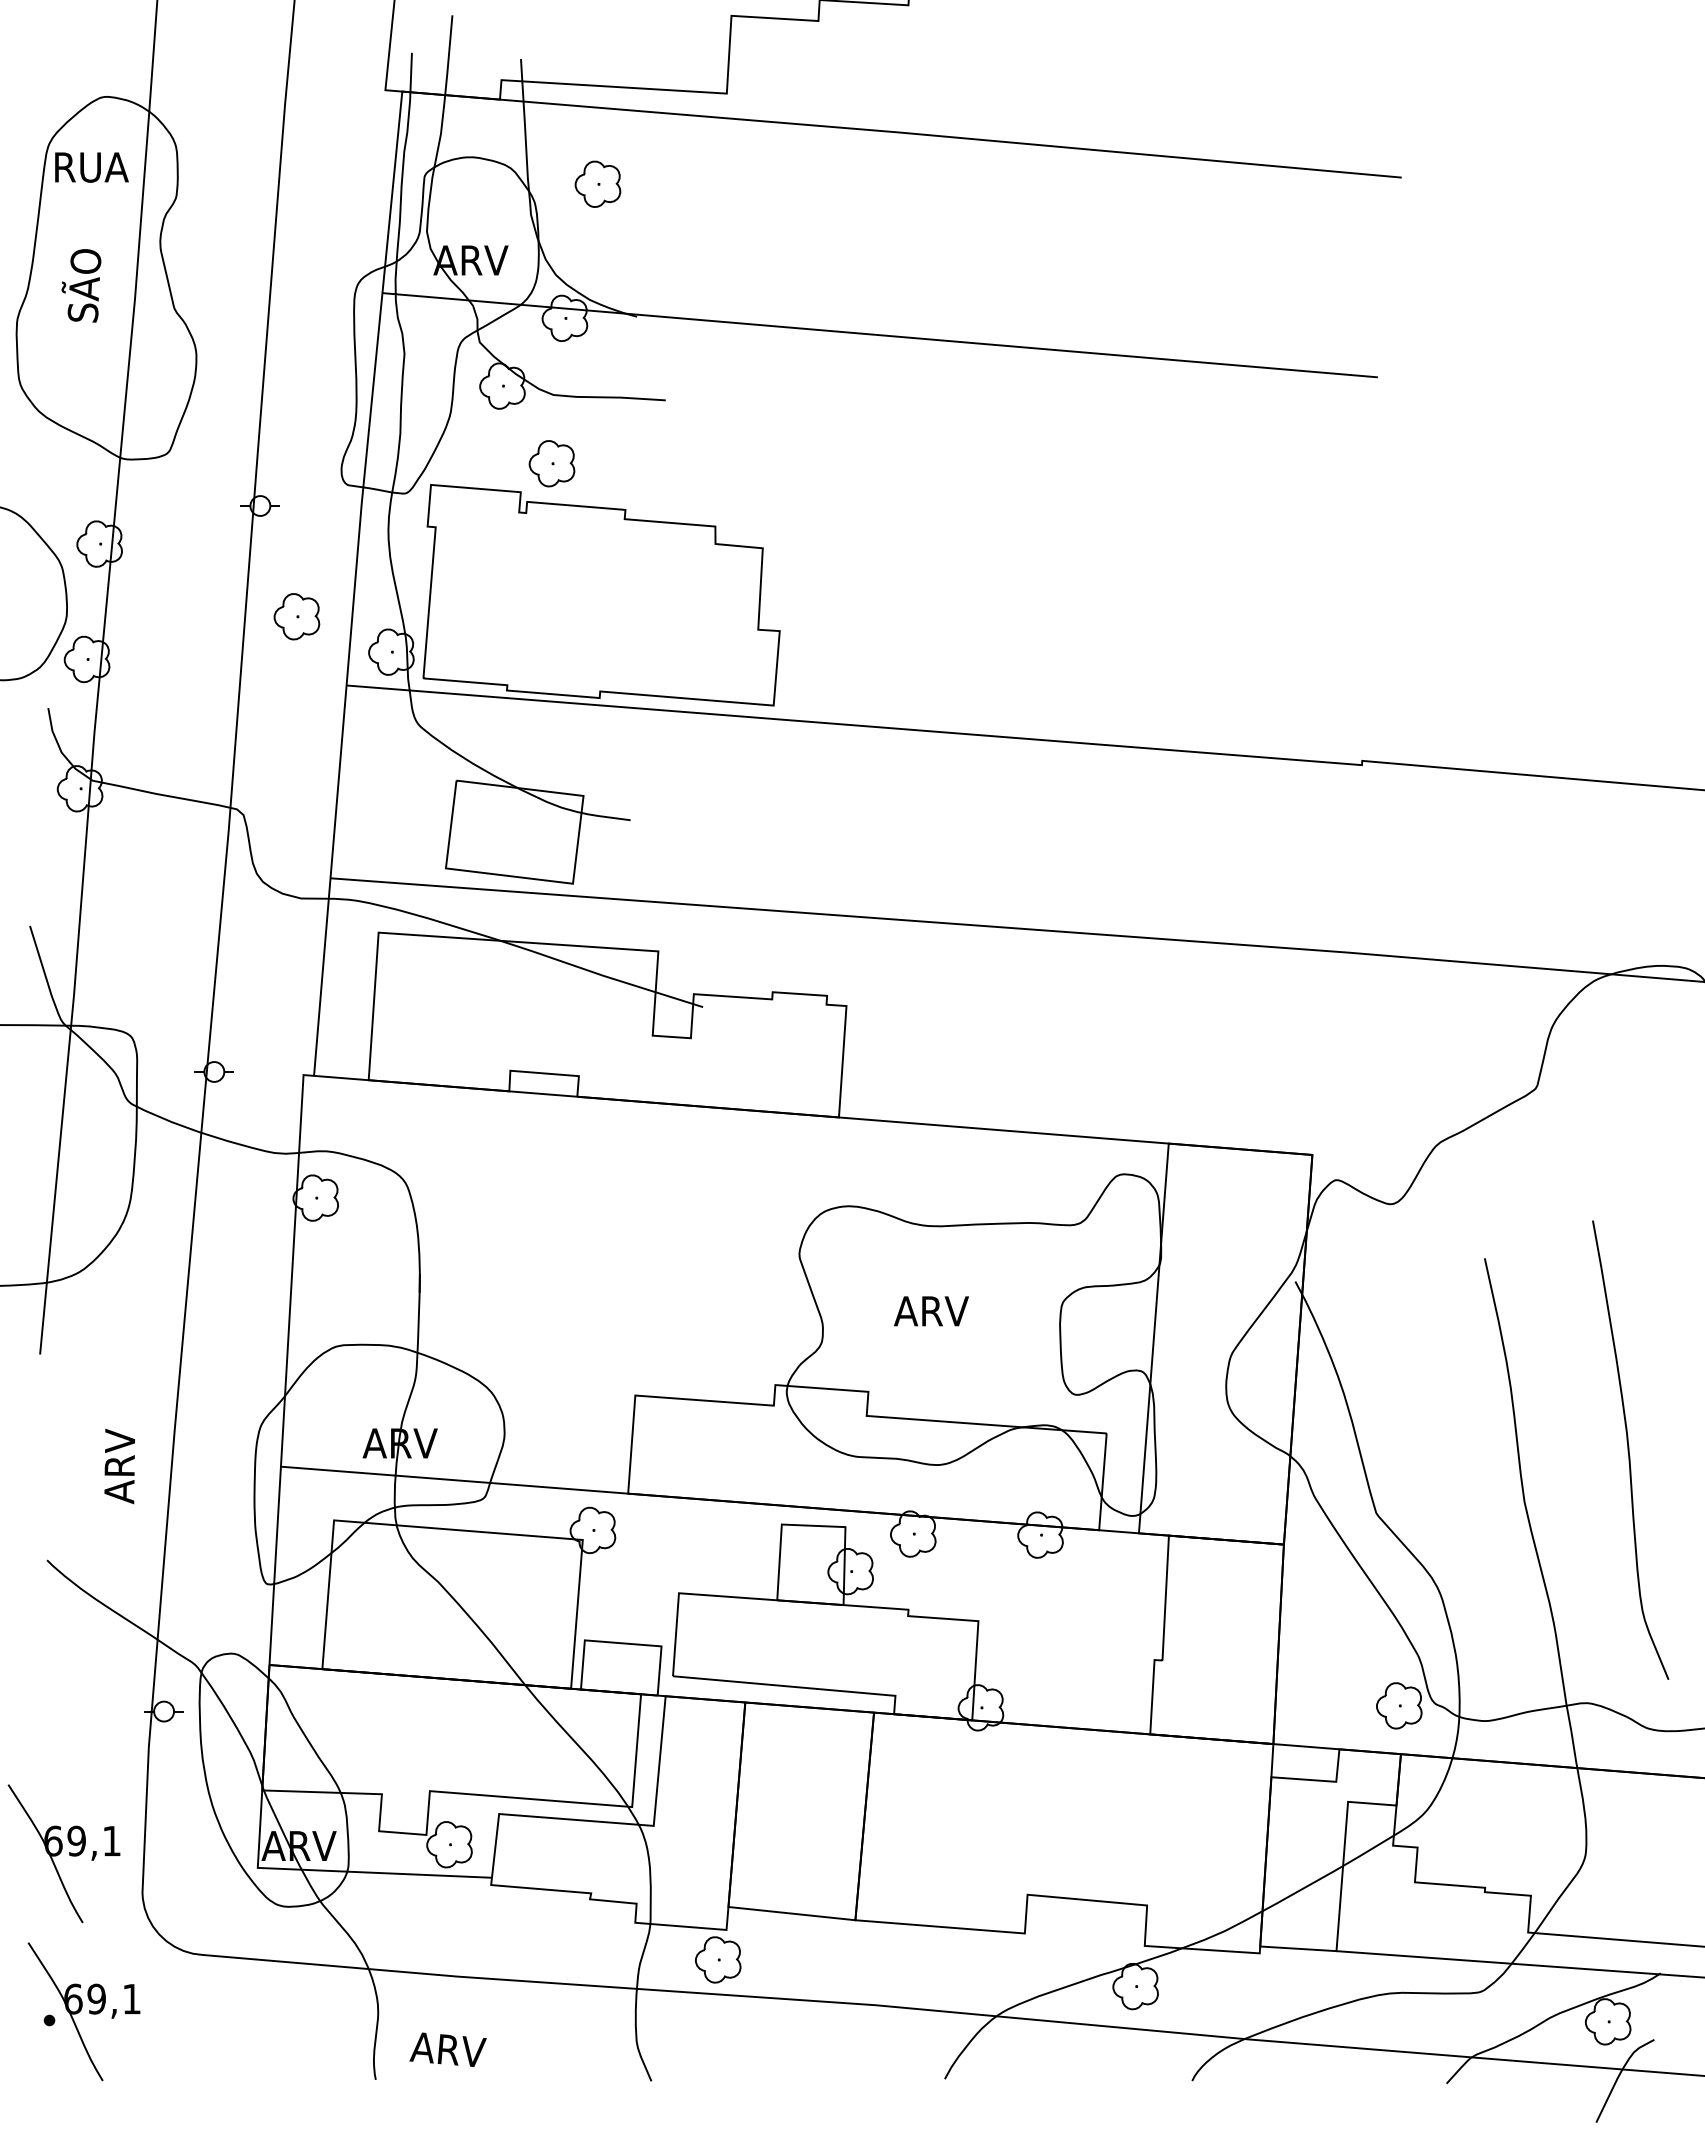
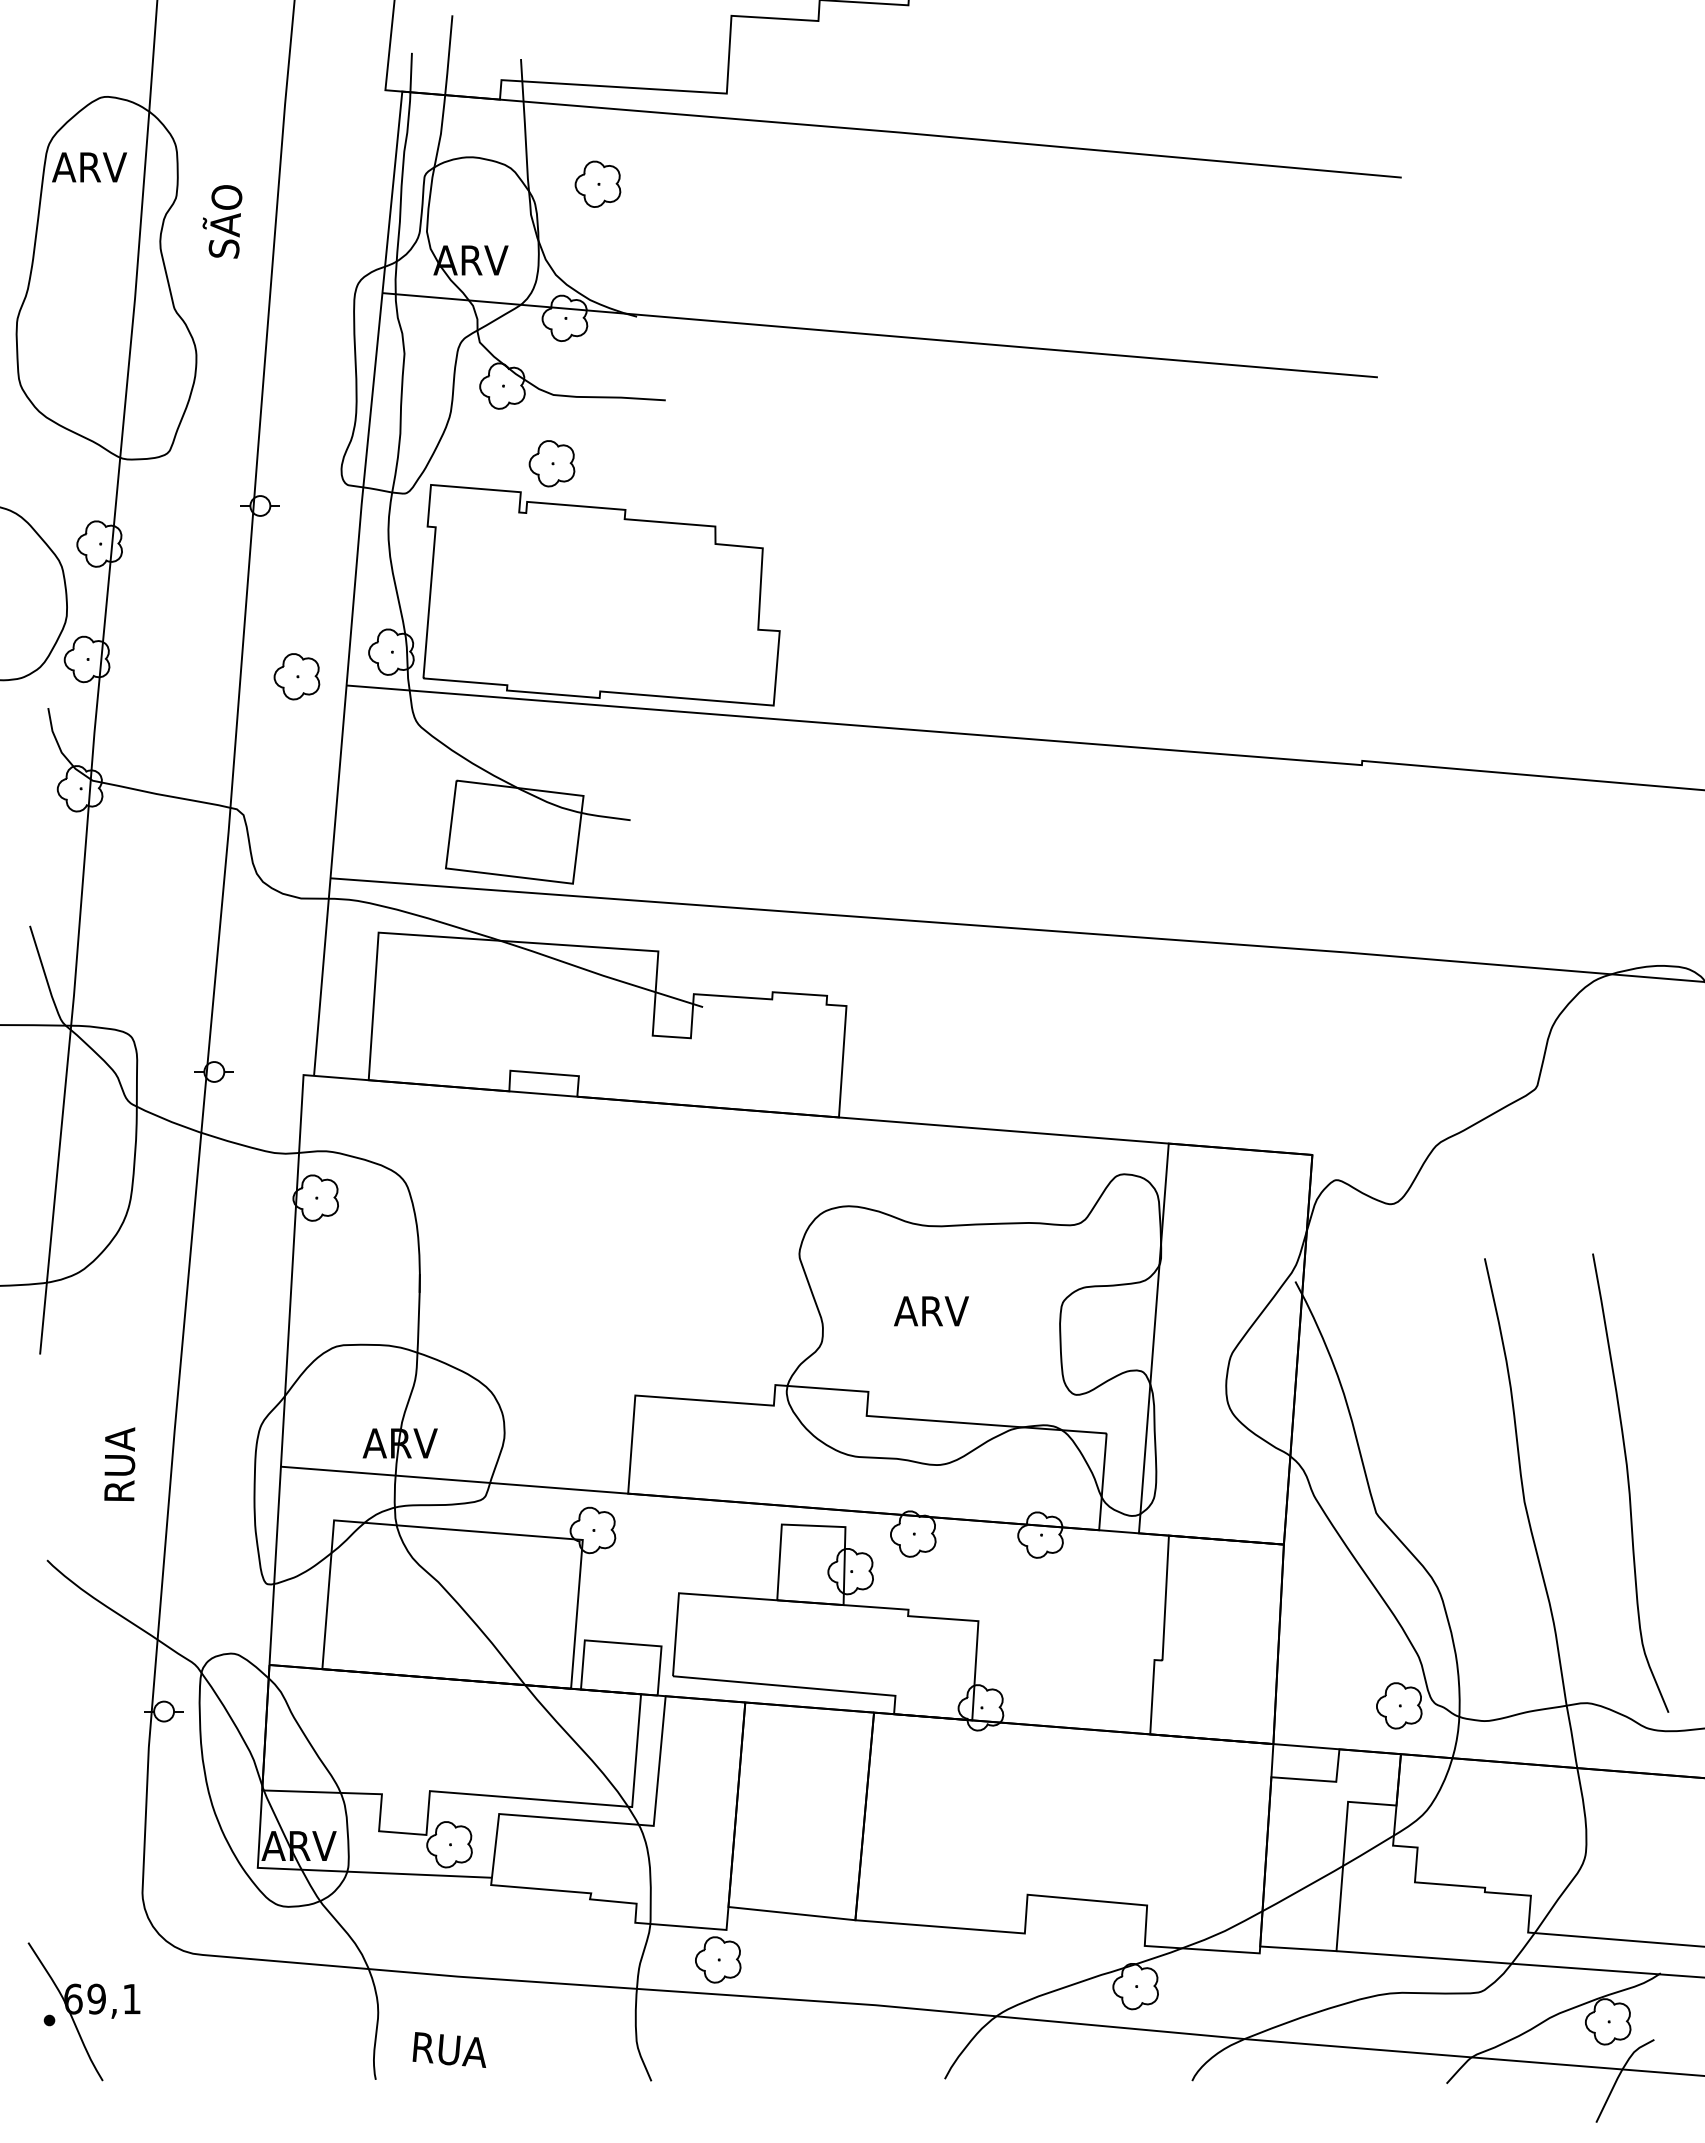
text at (90, 167): RUA -> ARV
text at (81, 285) position: (81, 285) -> (222, 221)
part at (296, 616) position: (296, 616) -> (296, 676)
curve at (1629, 1449) position: (1629, 1449) -> (1629, 1482)
text at (119, 1465): ARV -> RUA
part at (63, 1853): present -> none
text at (447, 2049): ARV -> RUA
